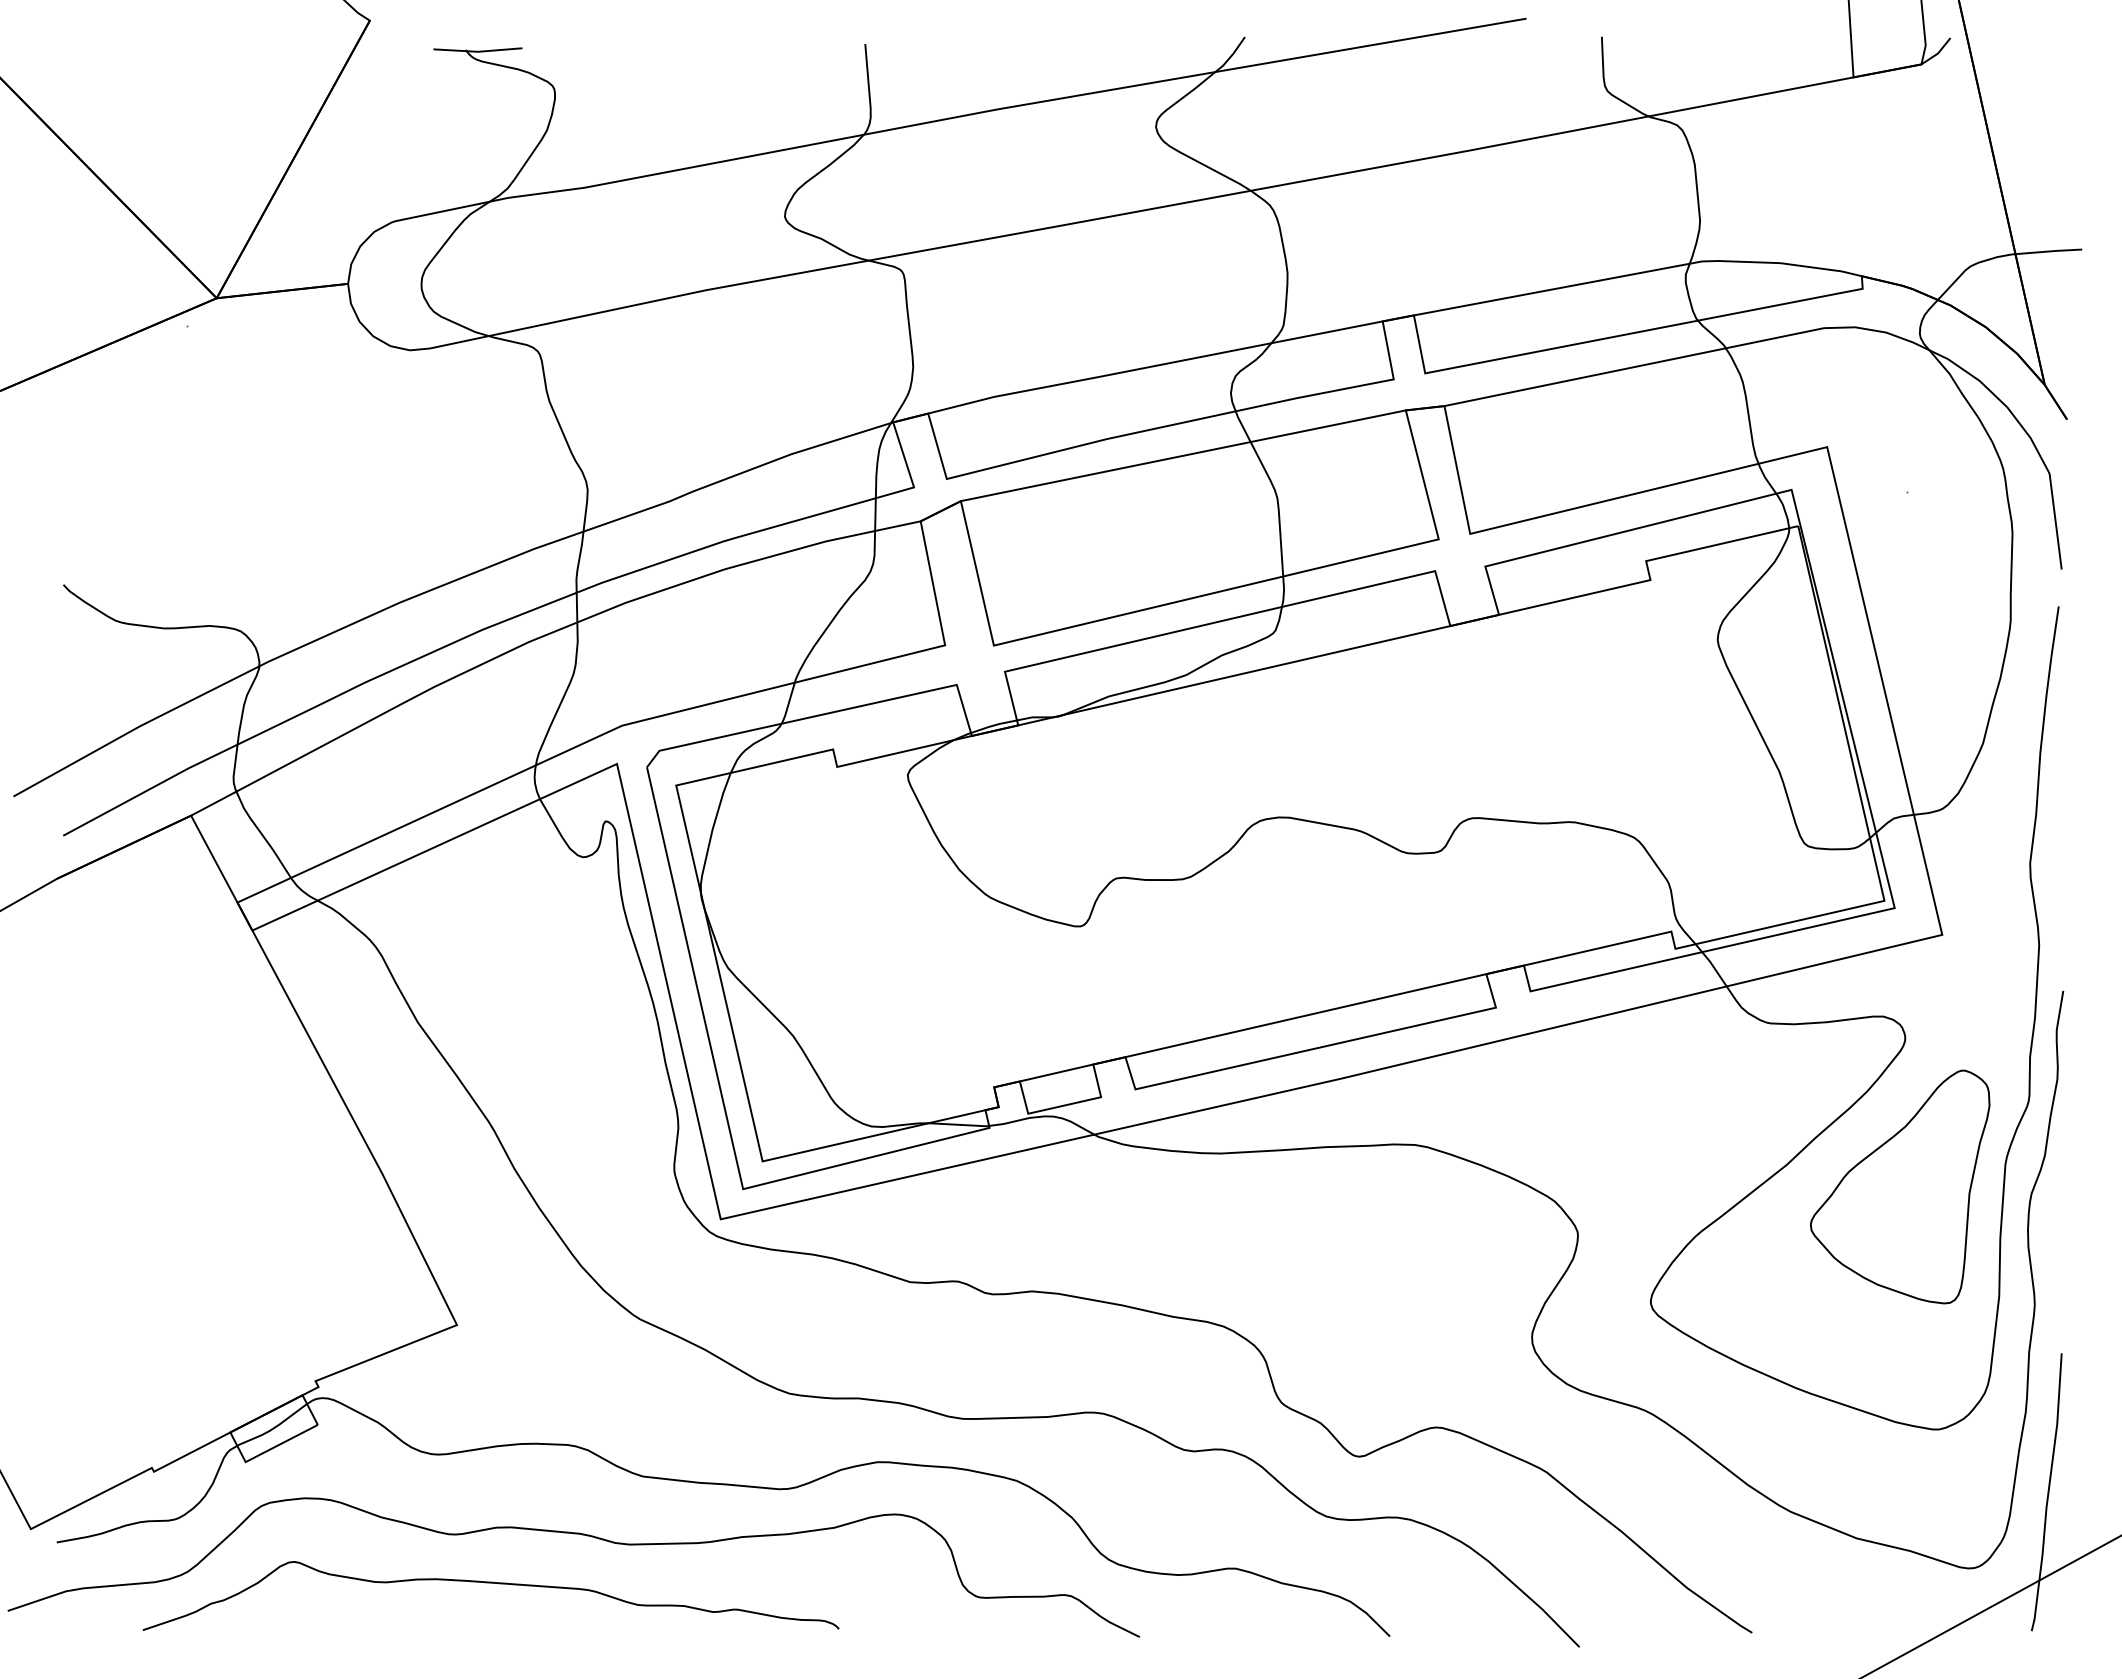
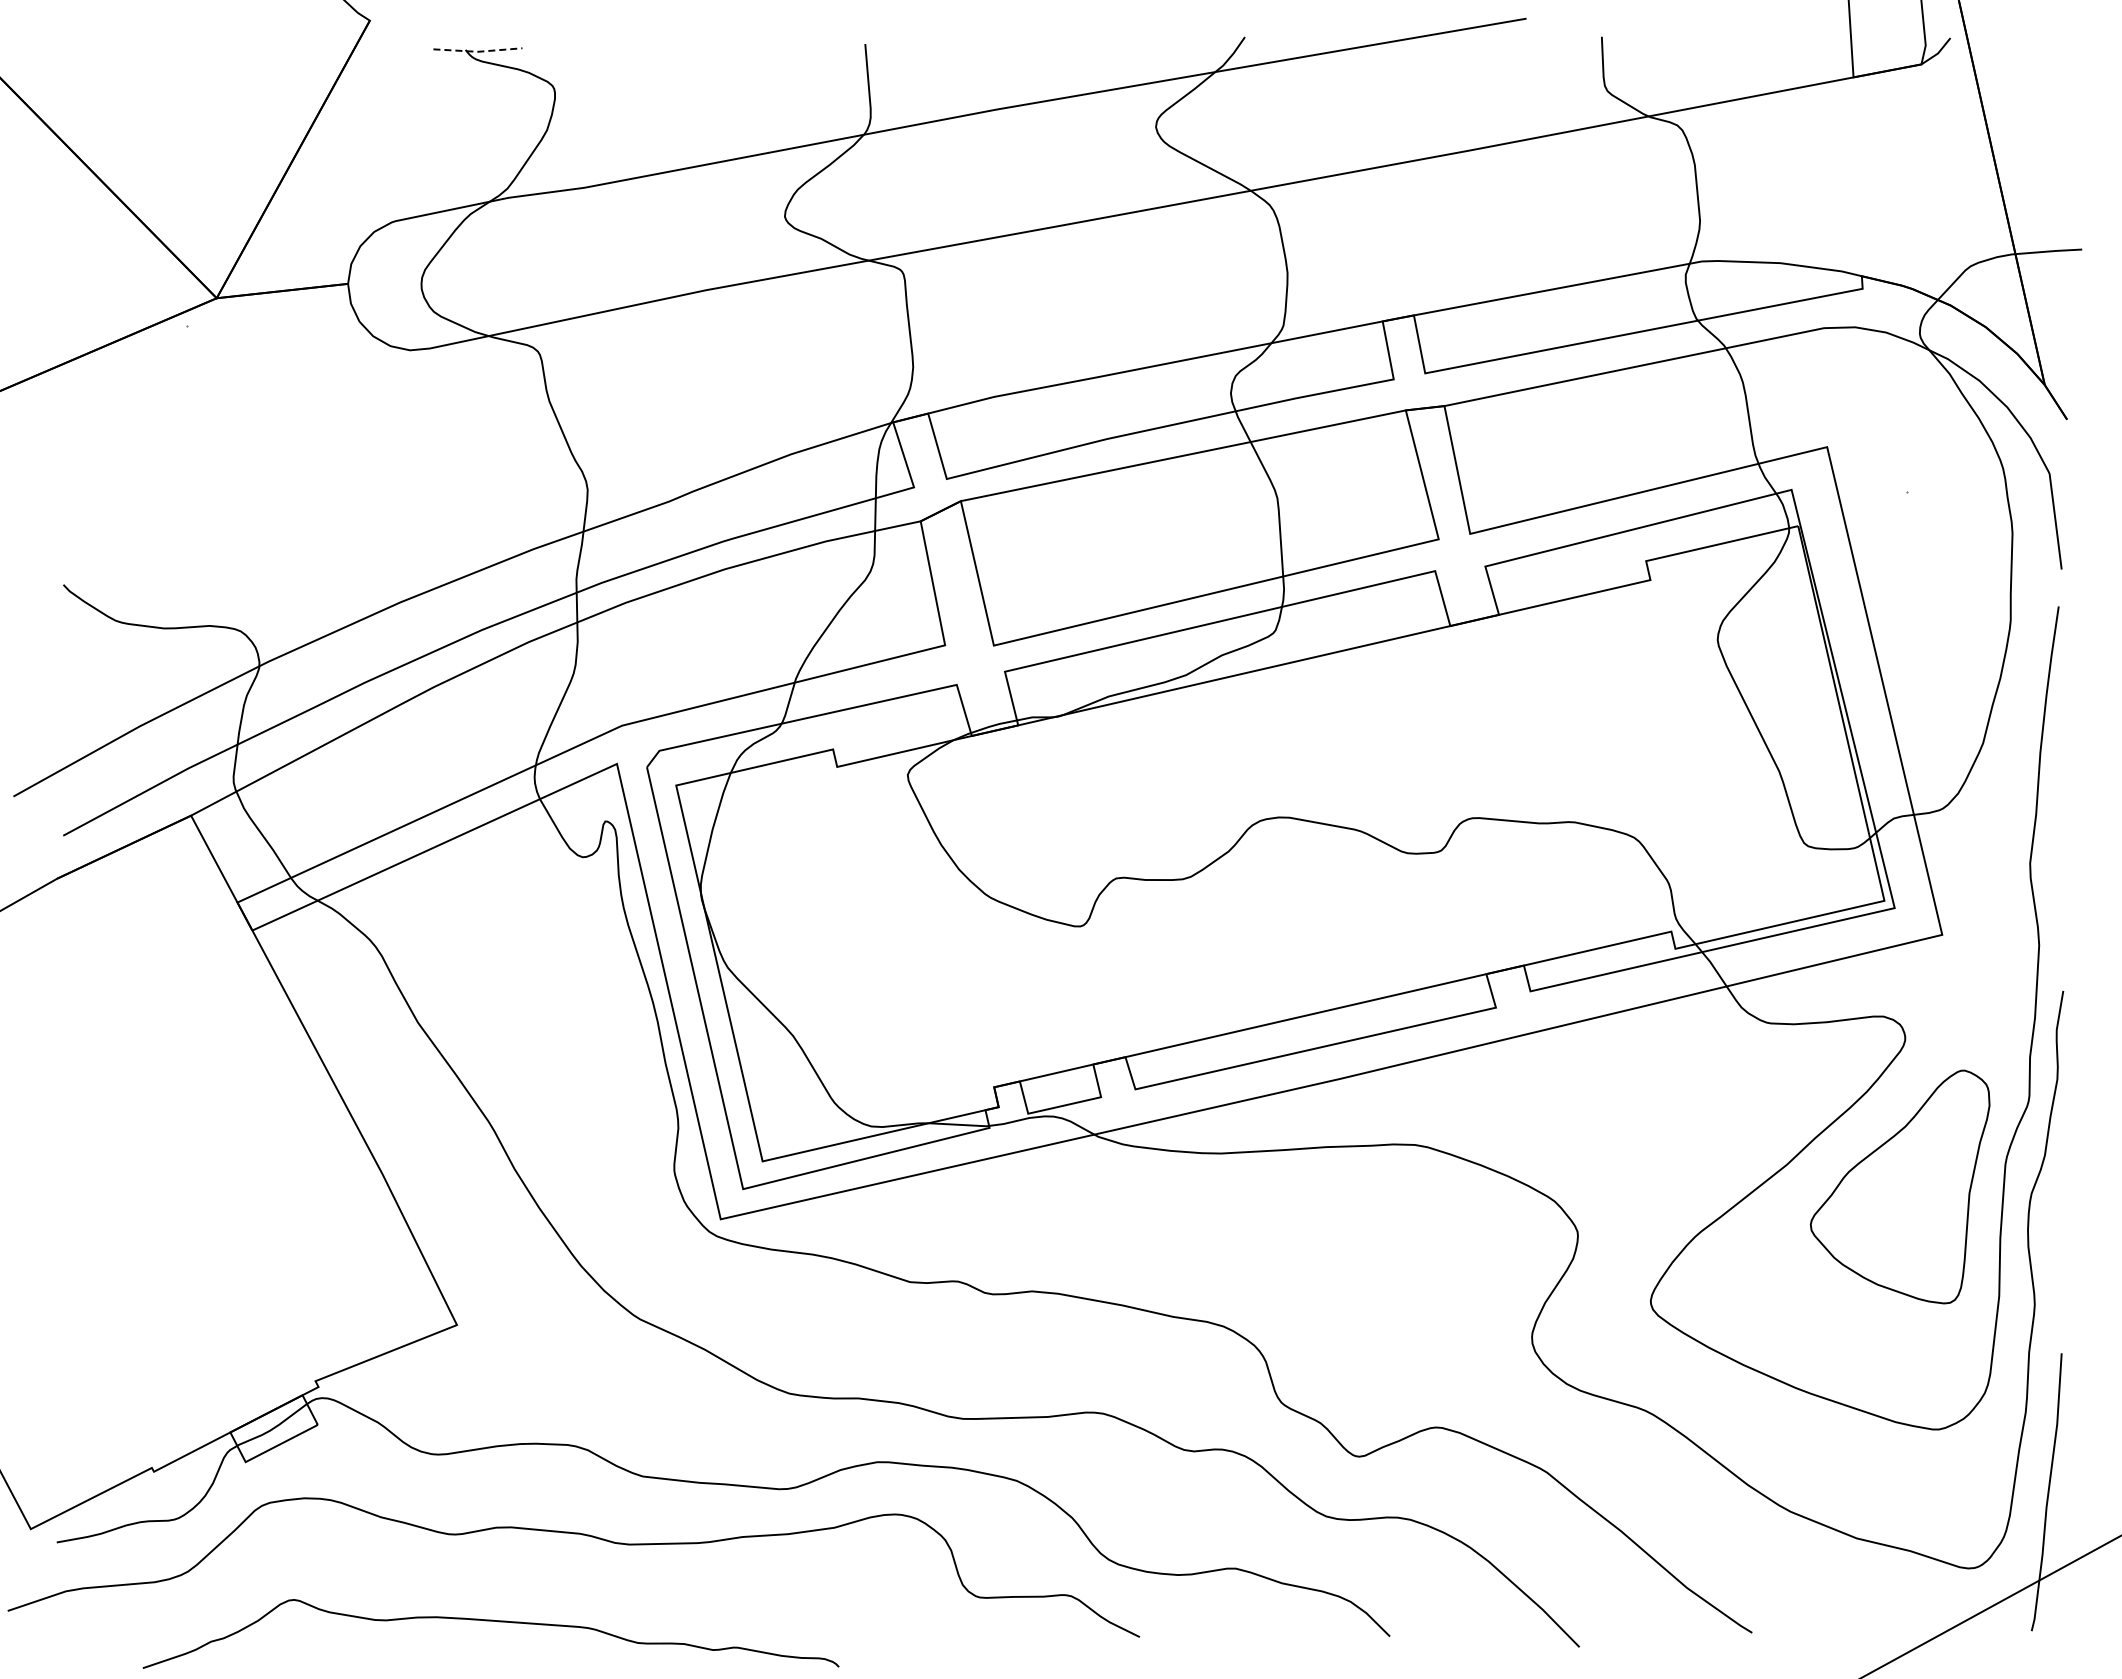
line at (477, 51): solid -> dashed
curve at (490, 1583) position: (490, 1583) -> (490, 1621)
